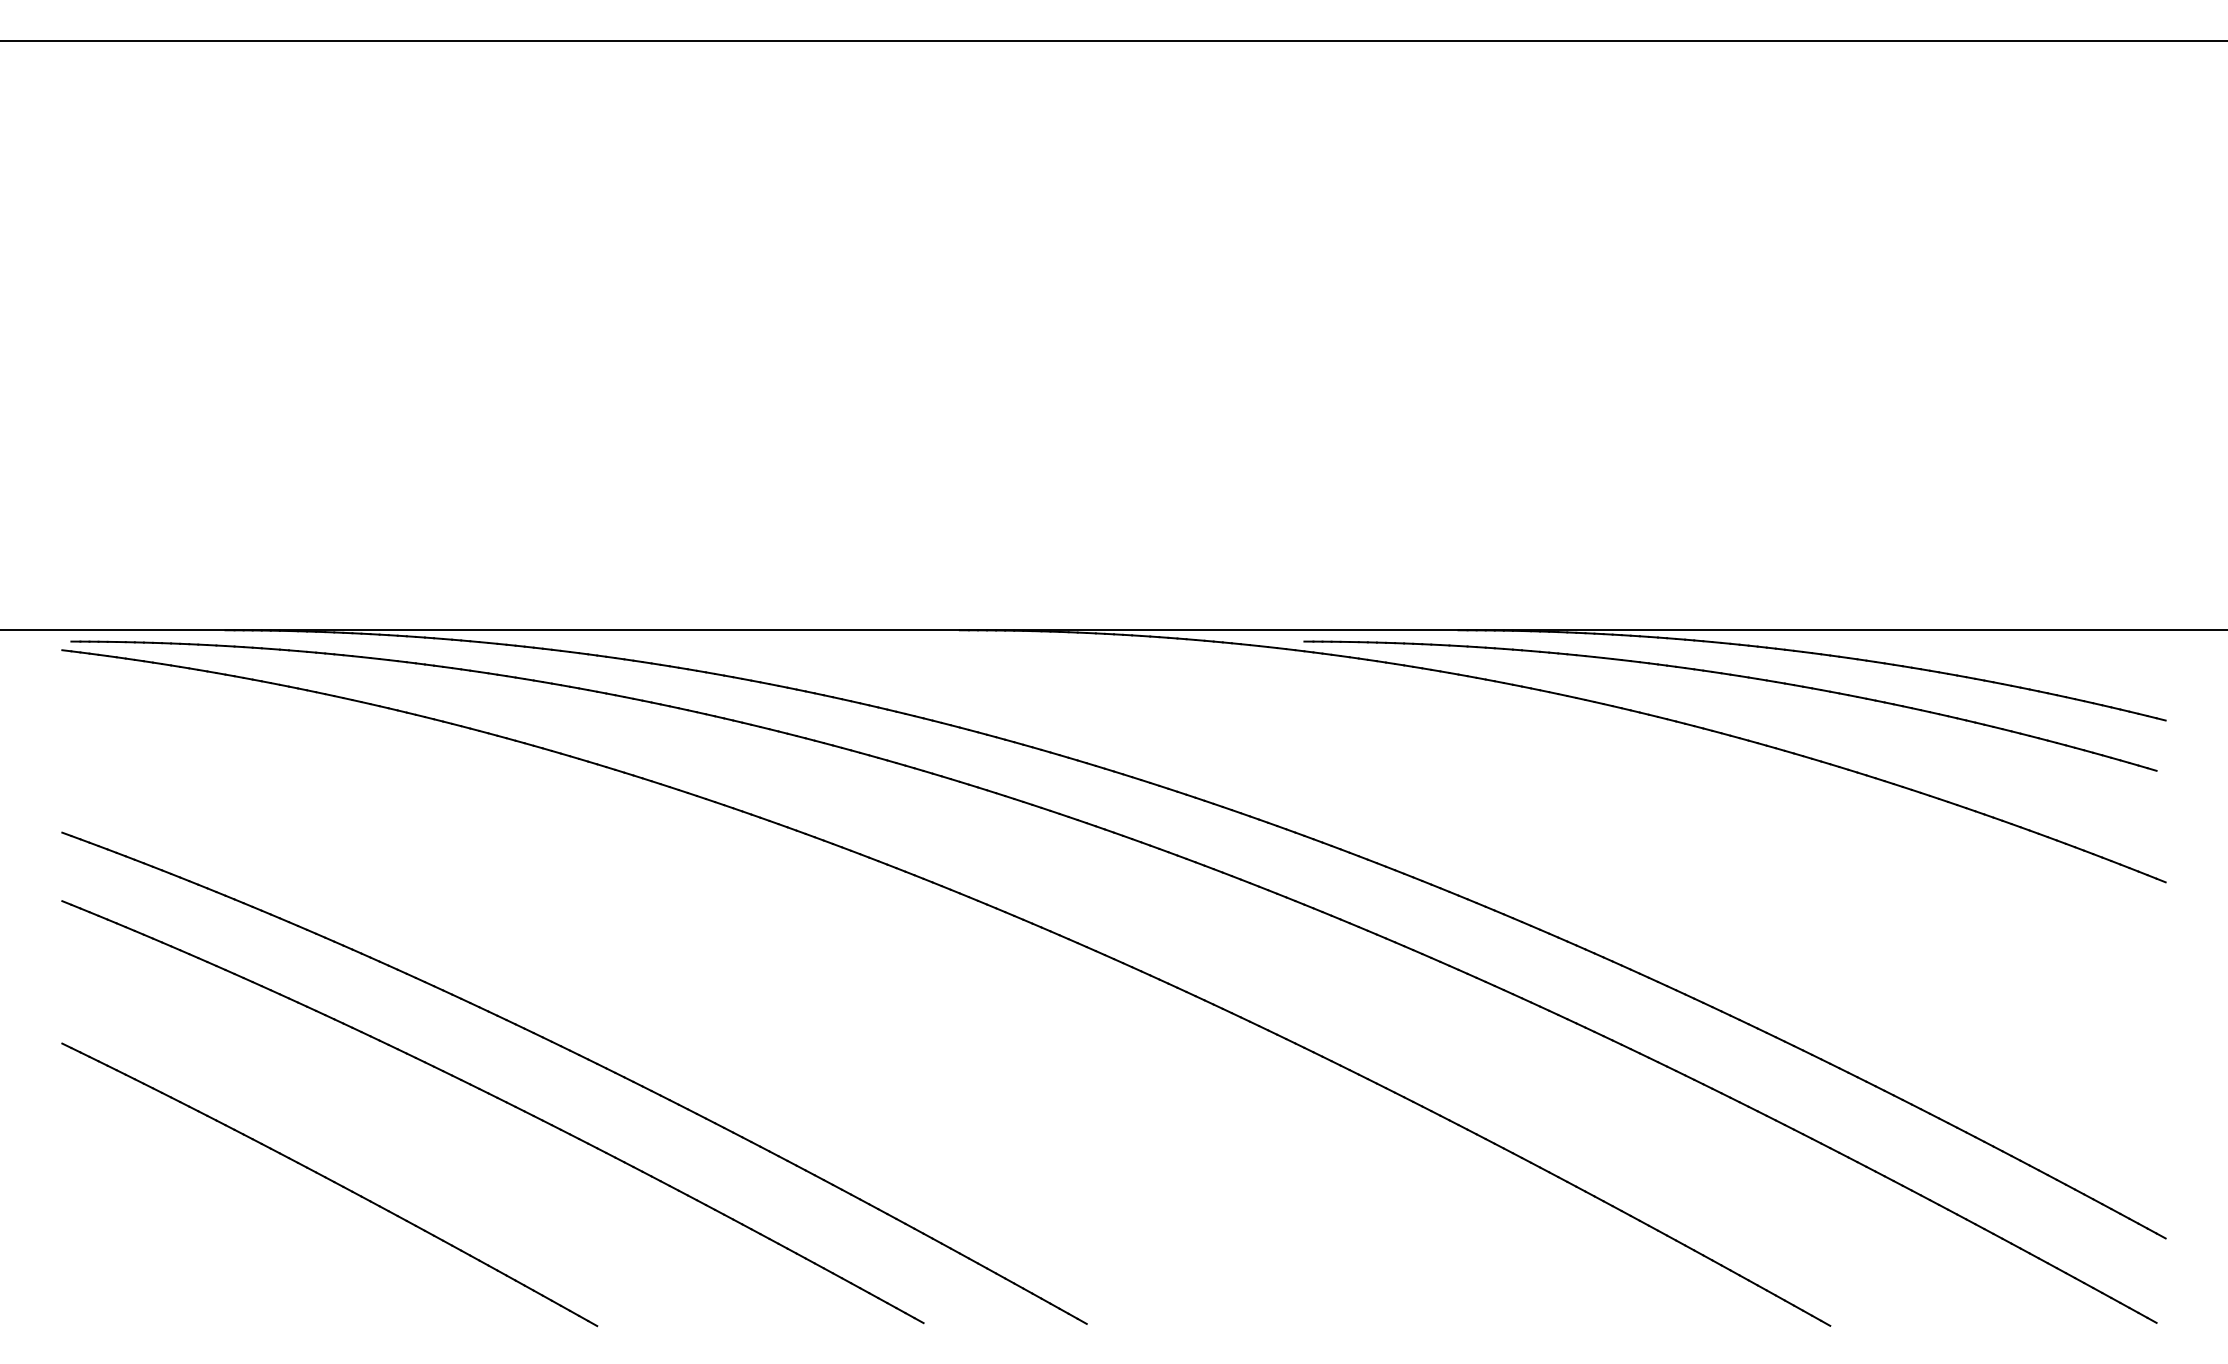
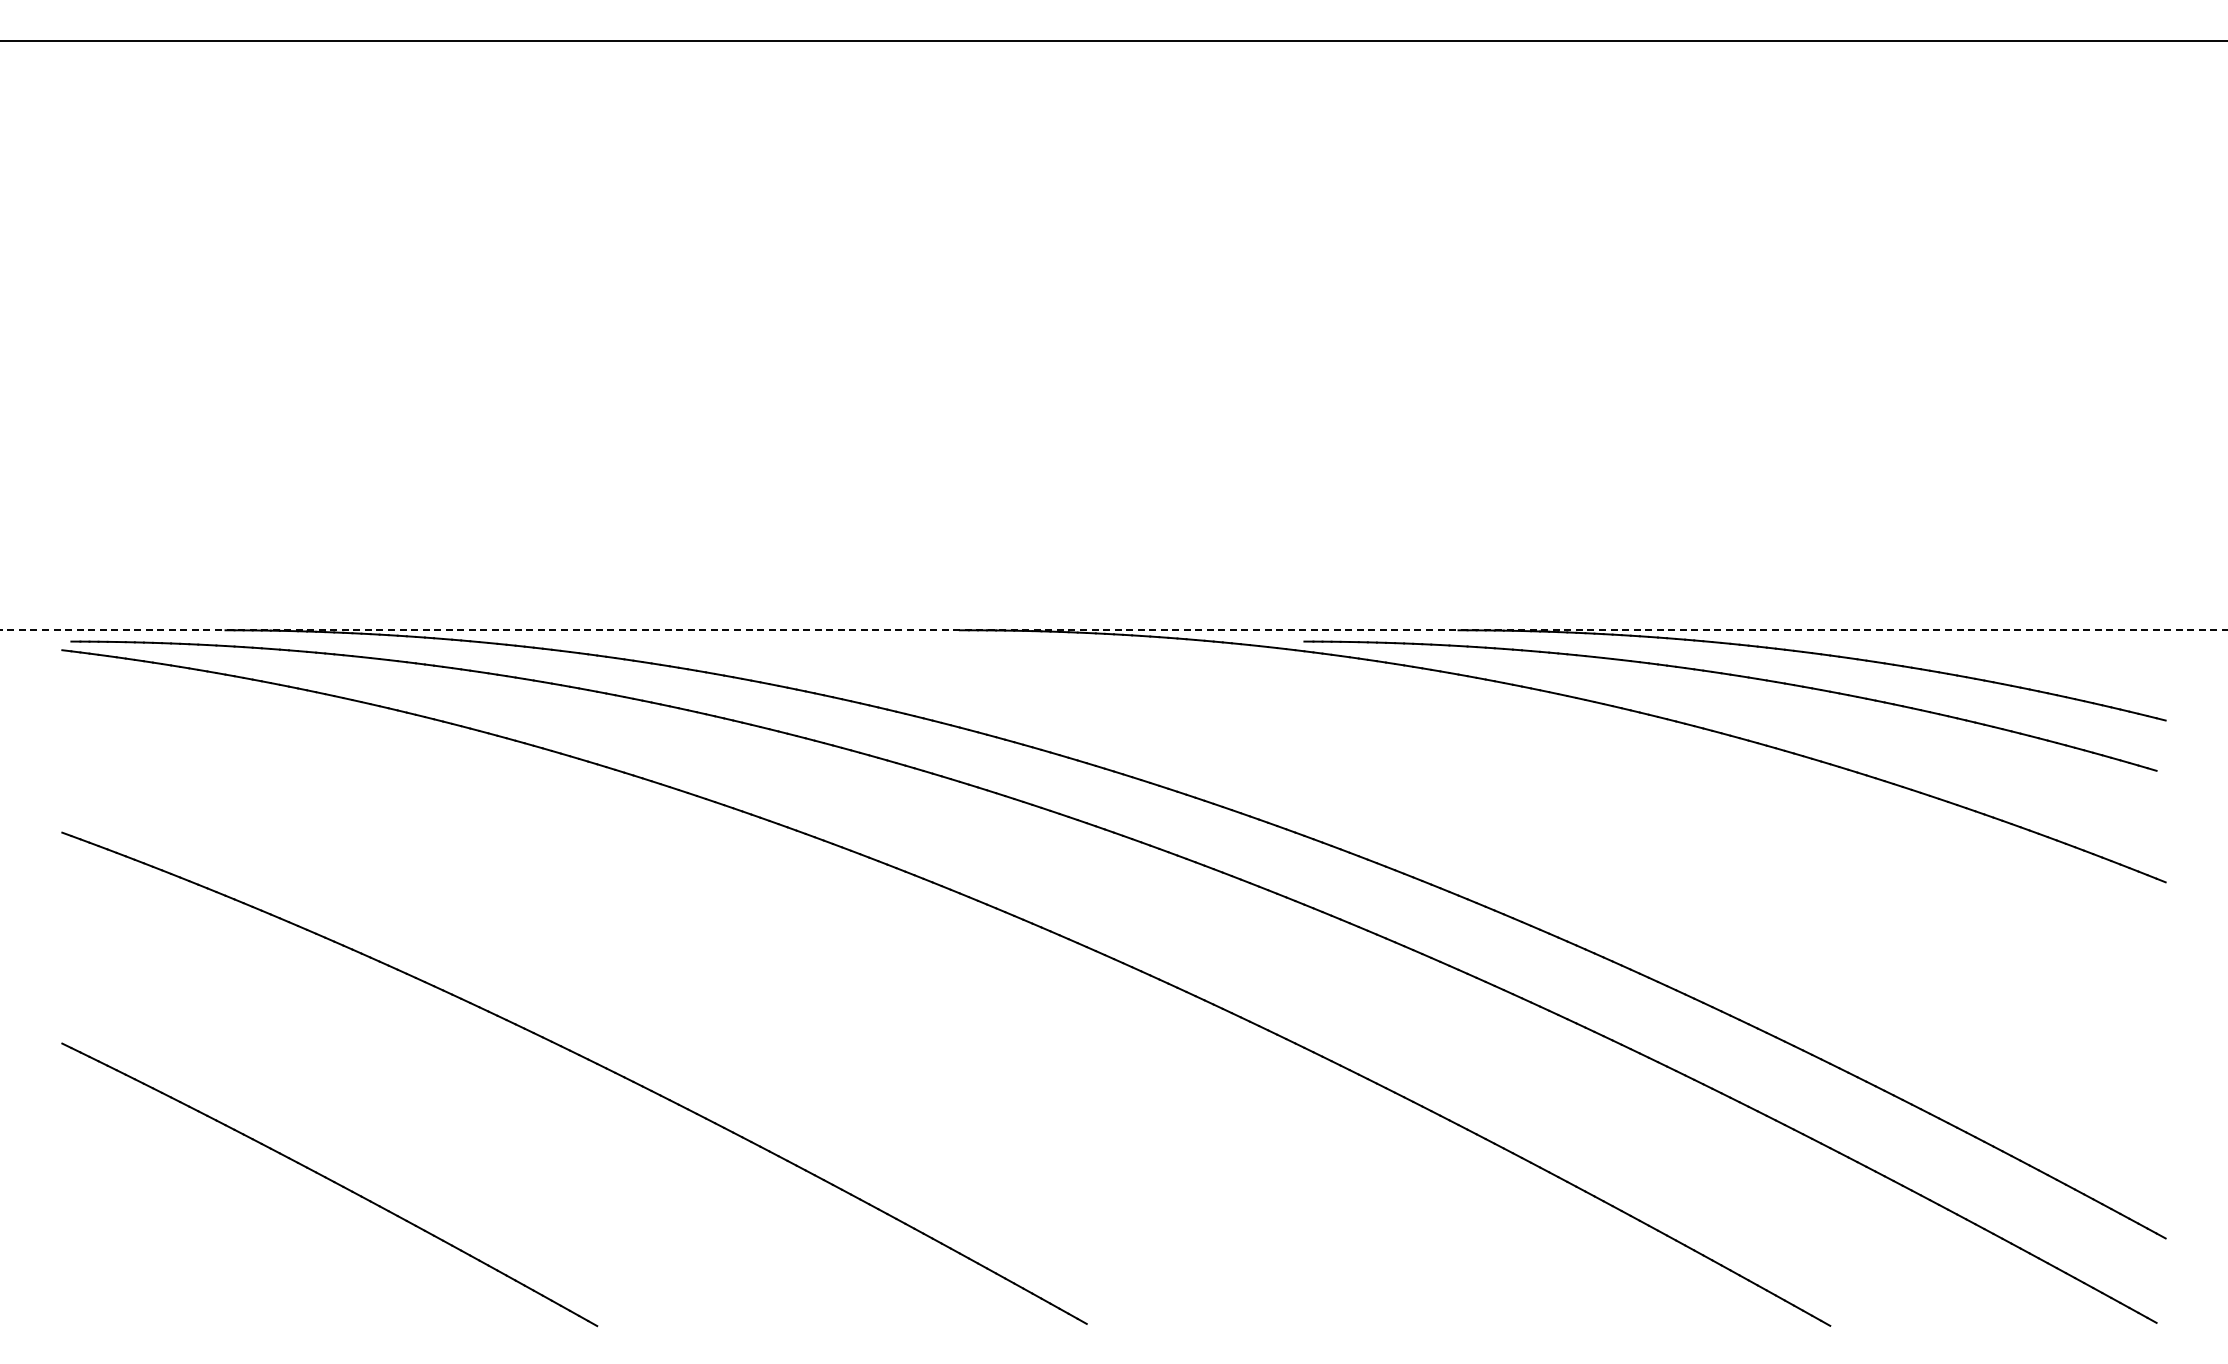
line at (1114, 630): solid -> dashed
part at (498, 1099): present -> none
